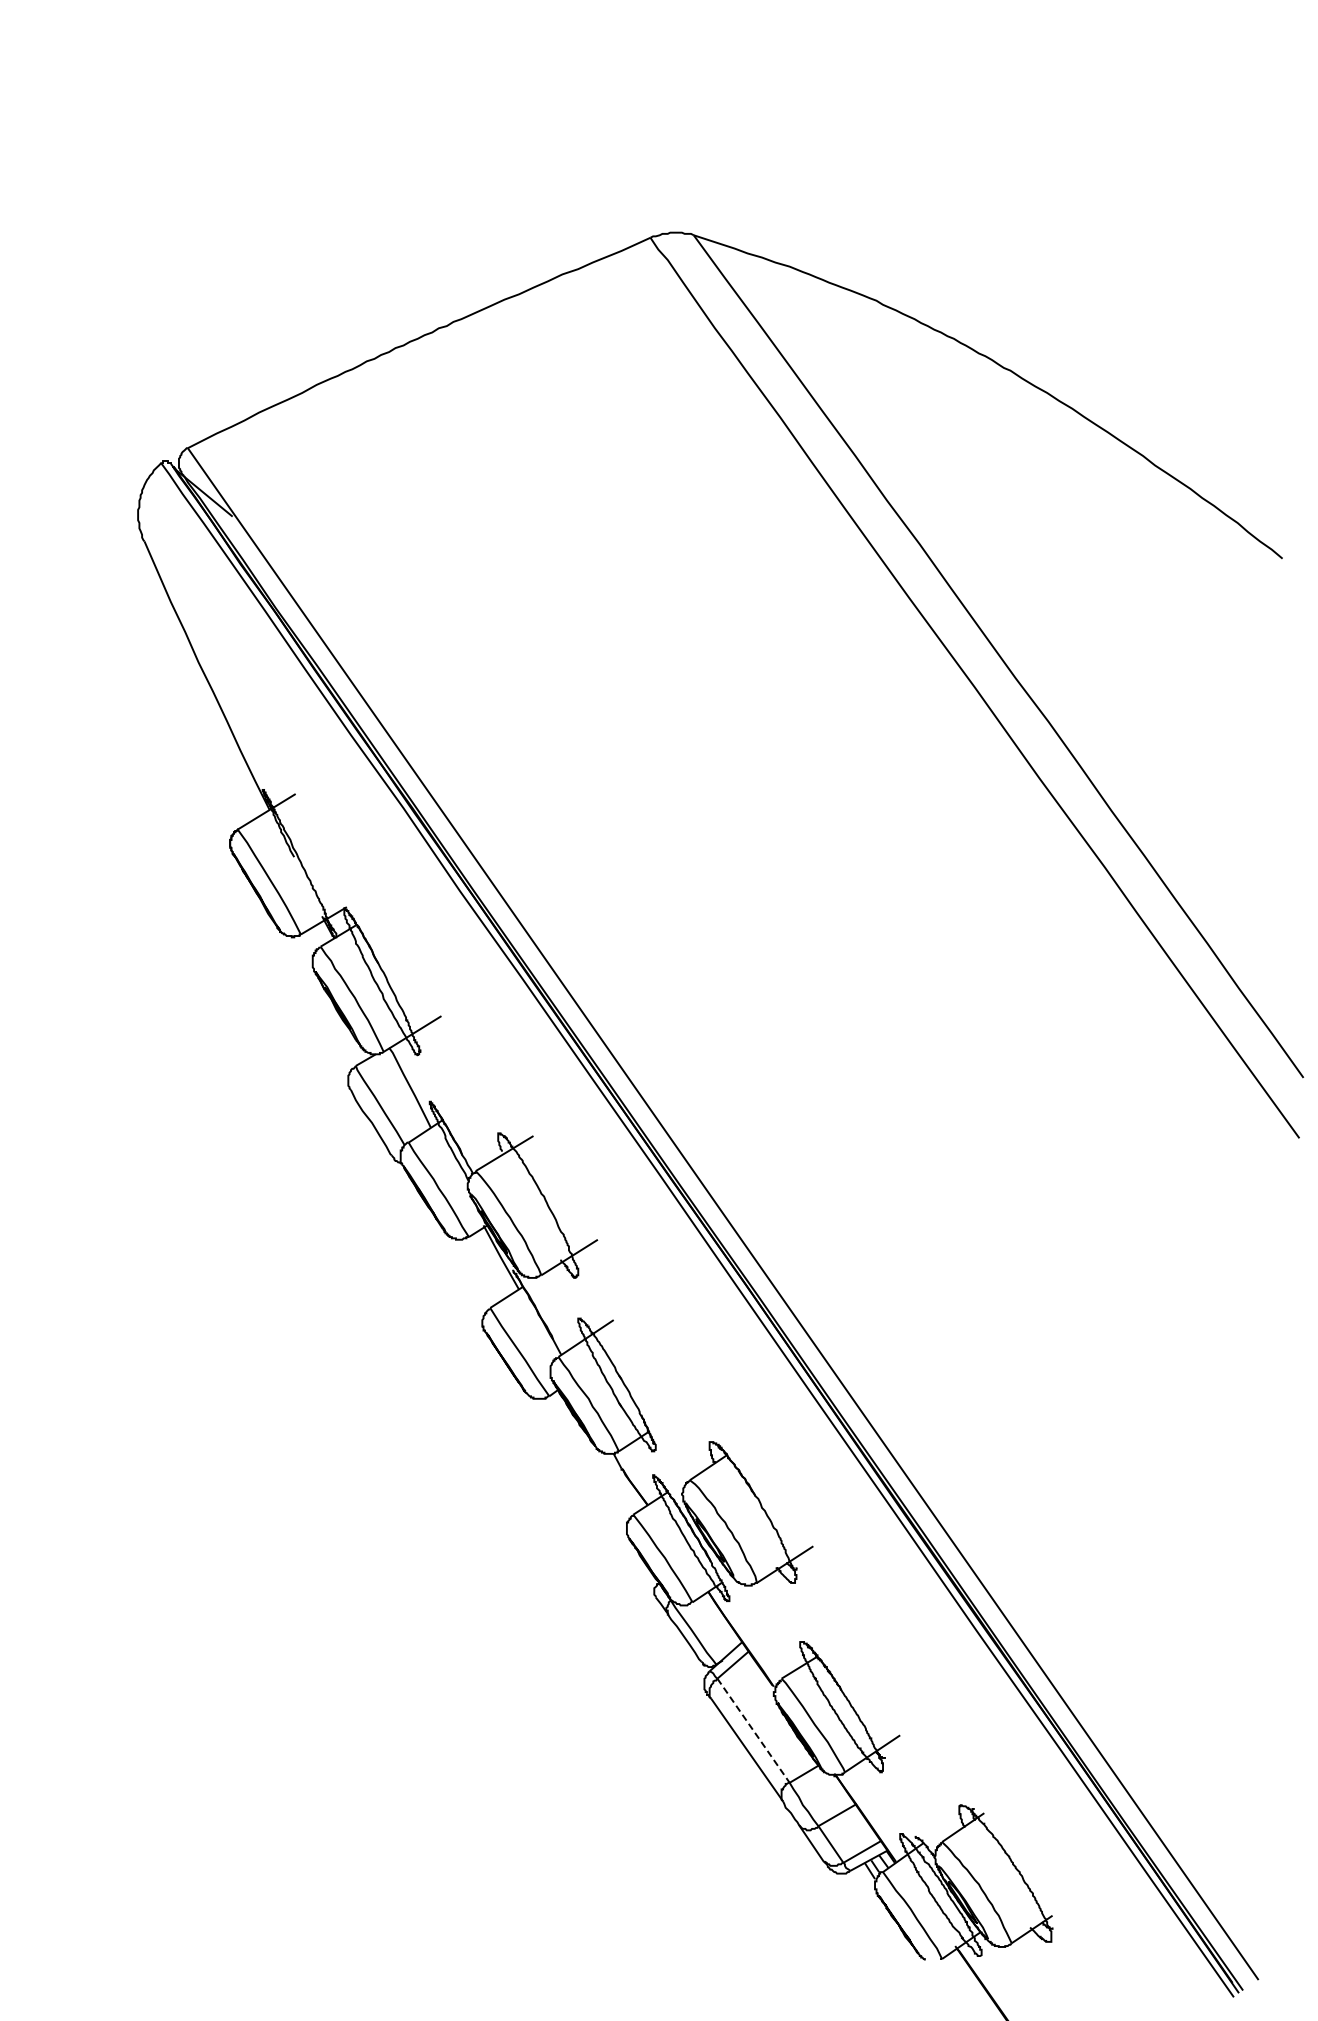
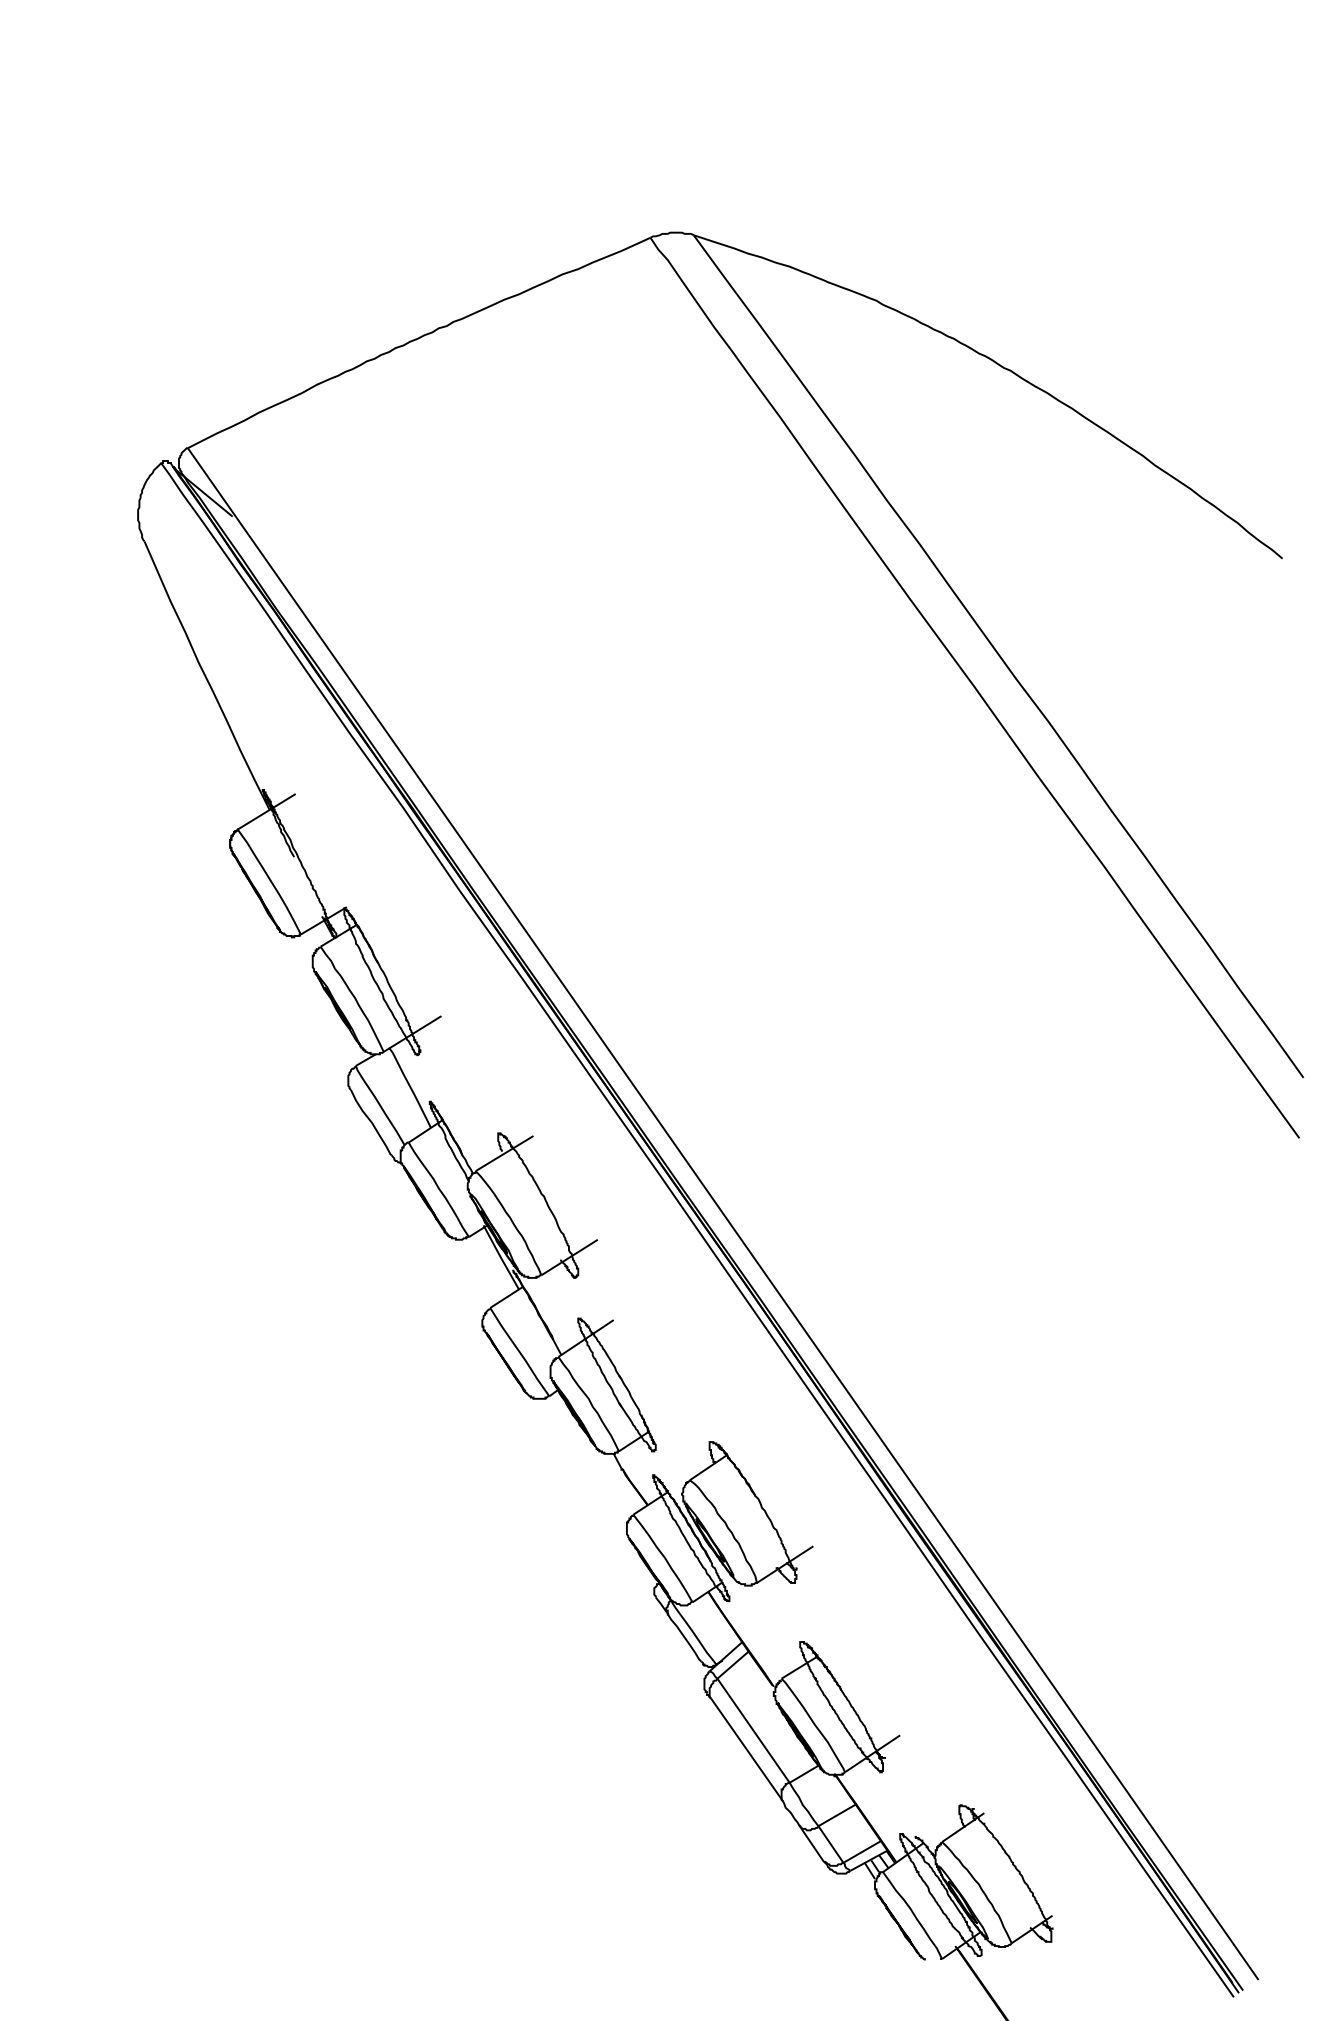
line at (753, 1731): dashed -> solid
